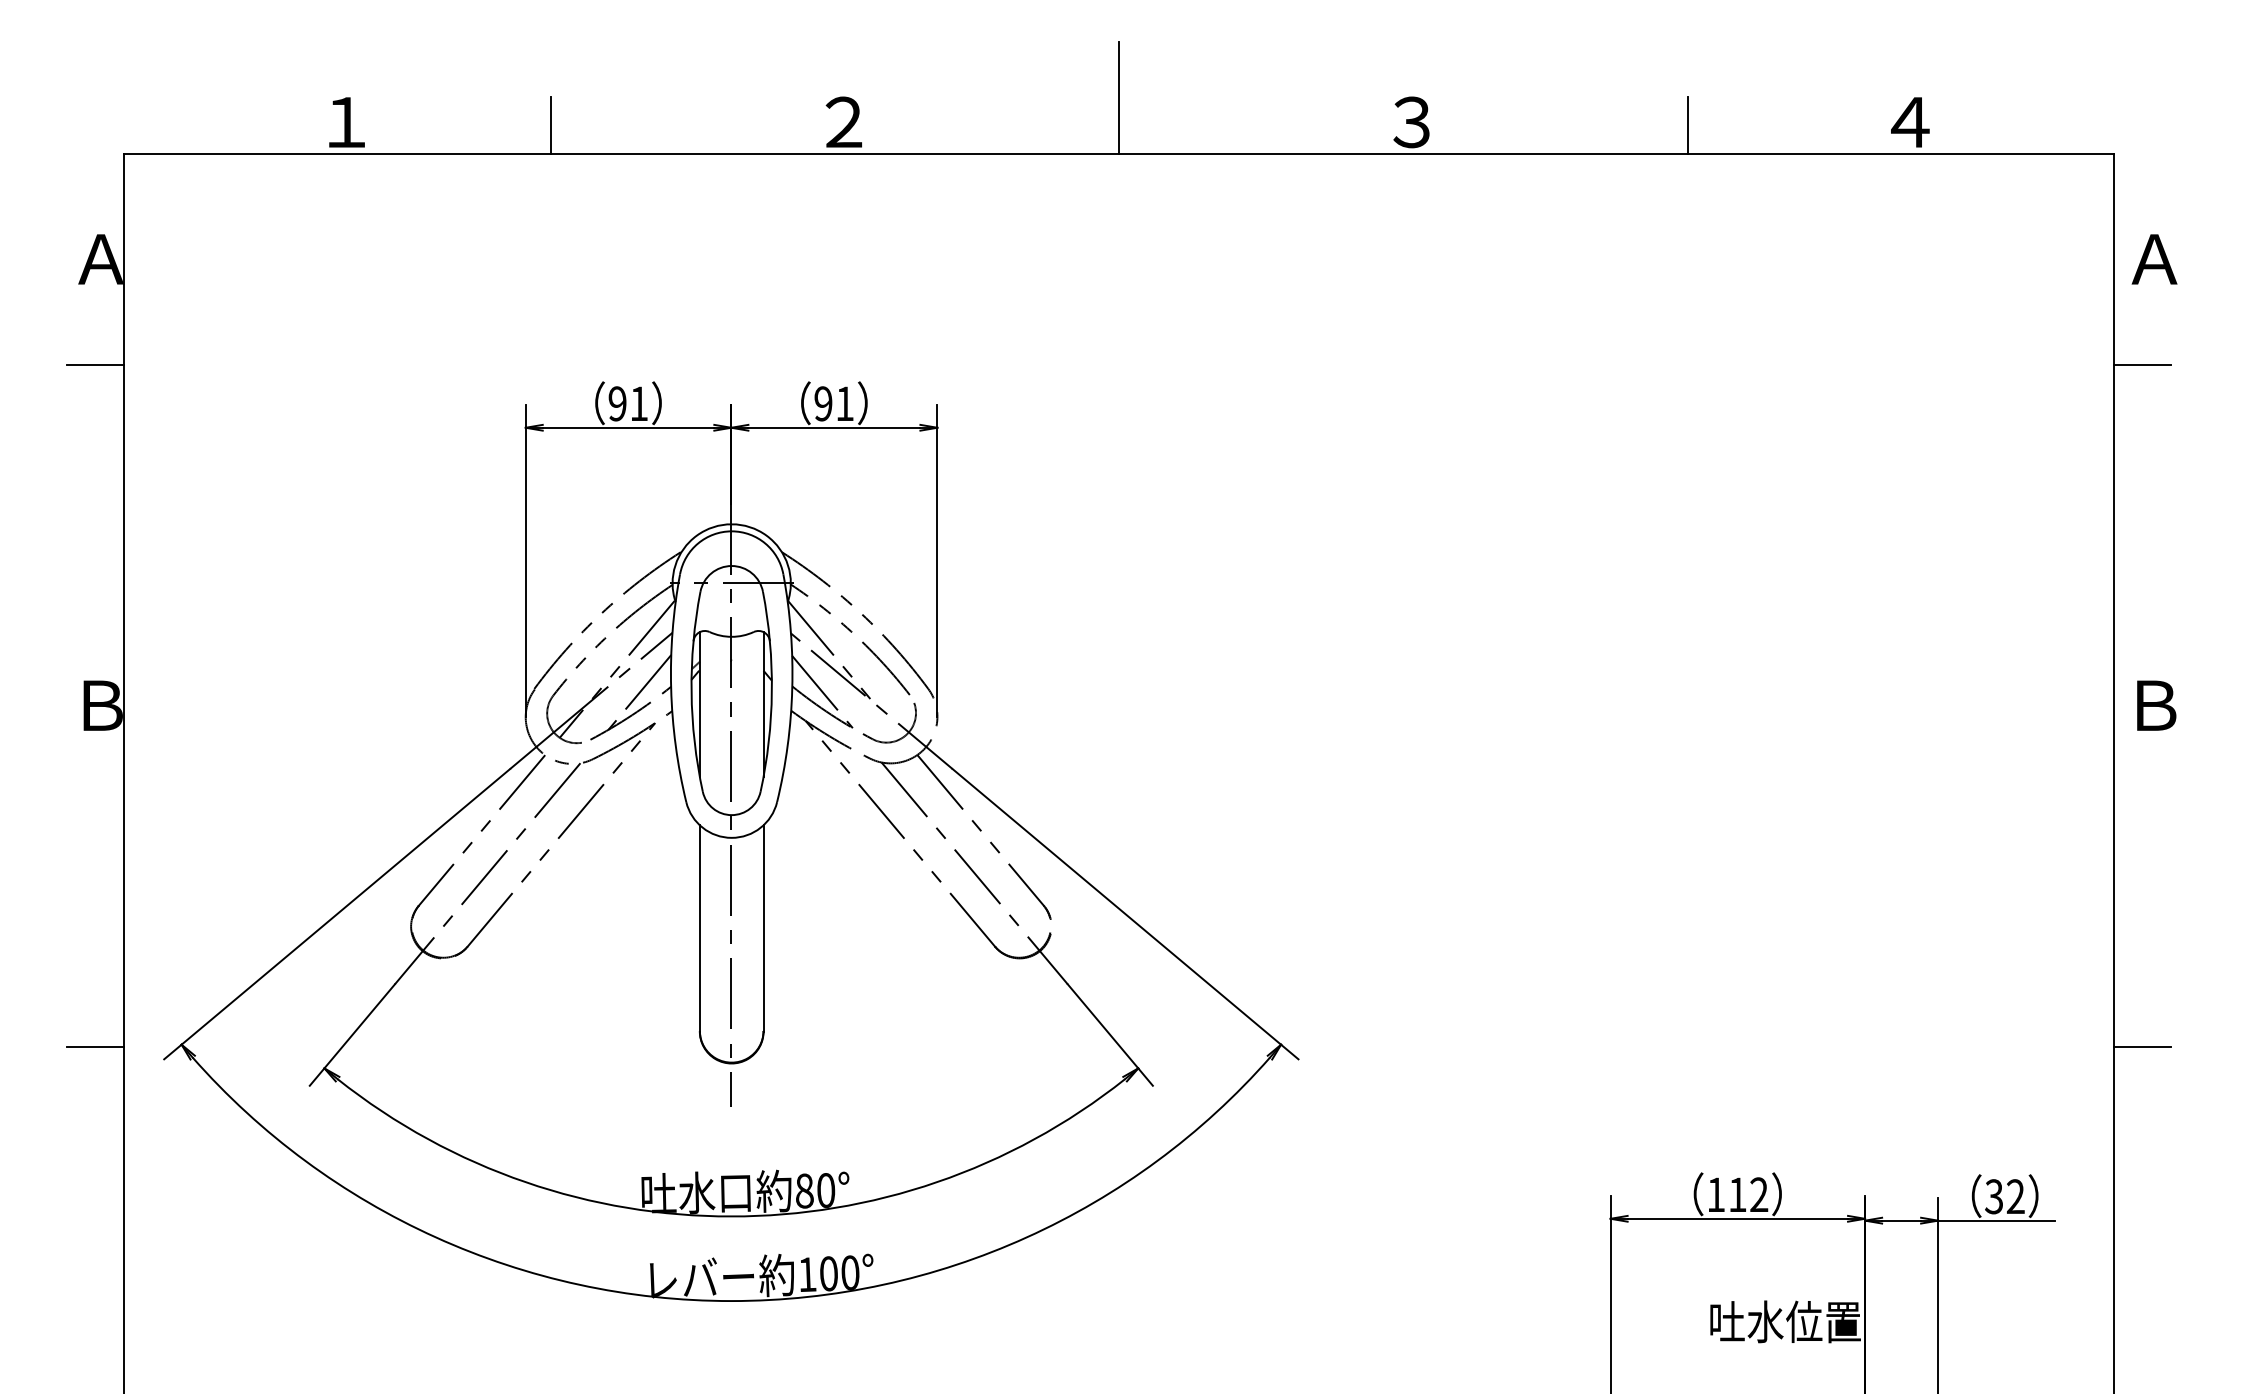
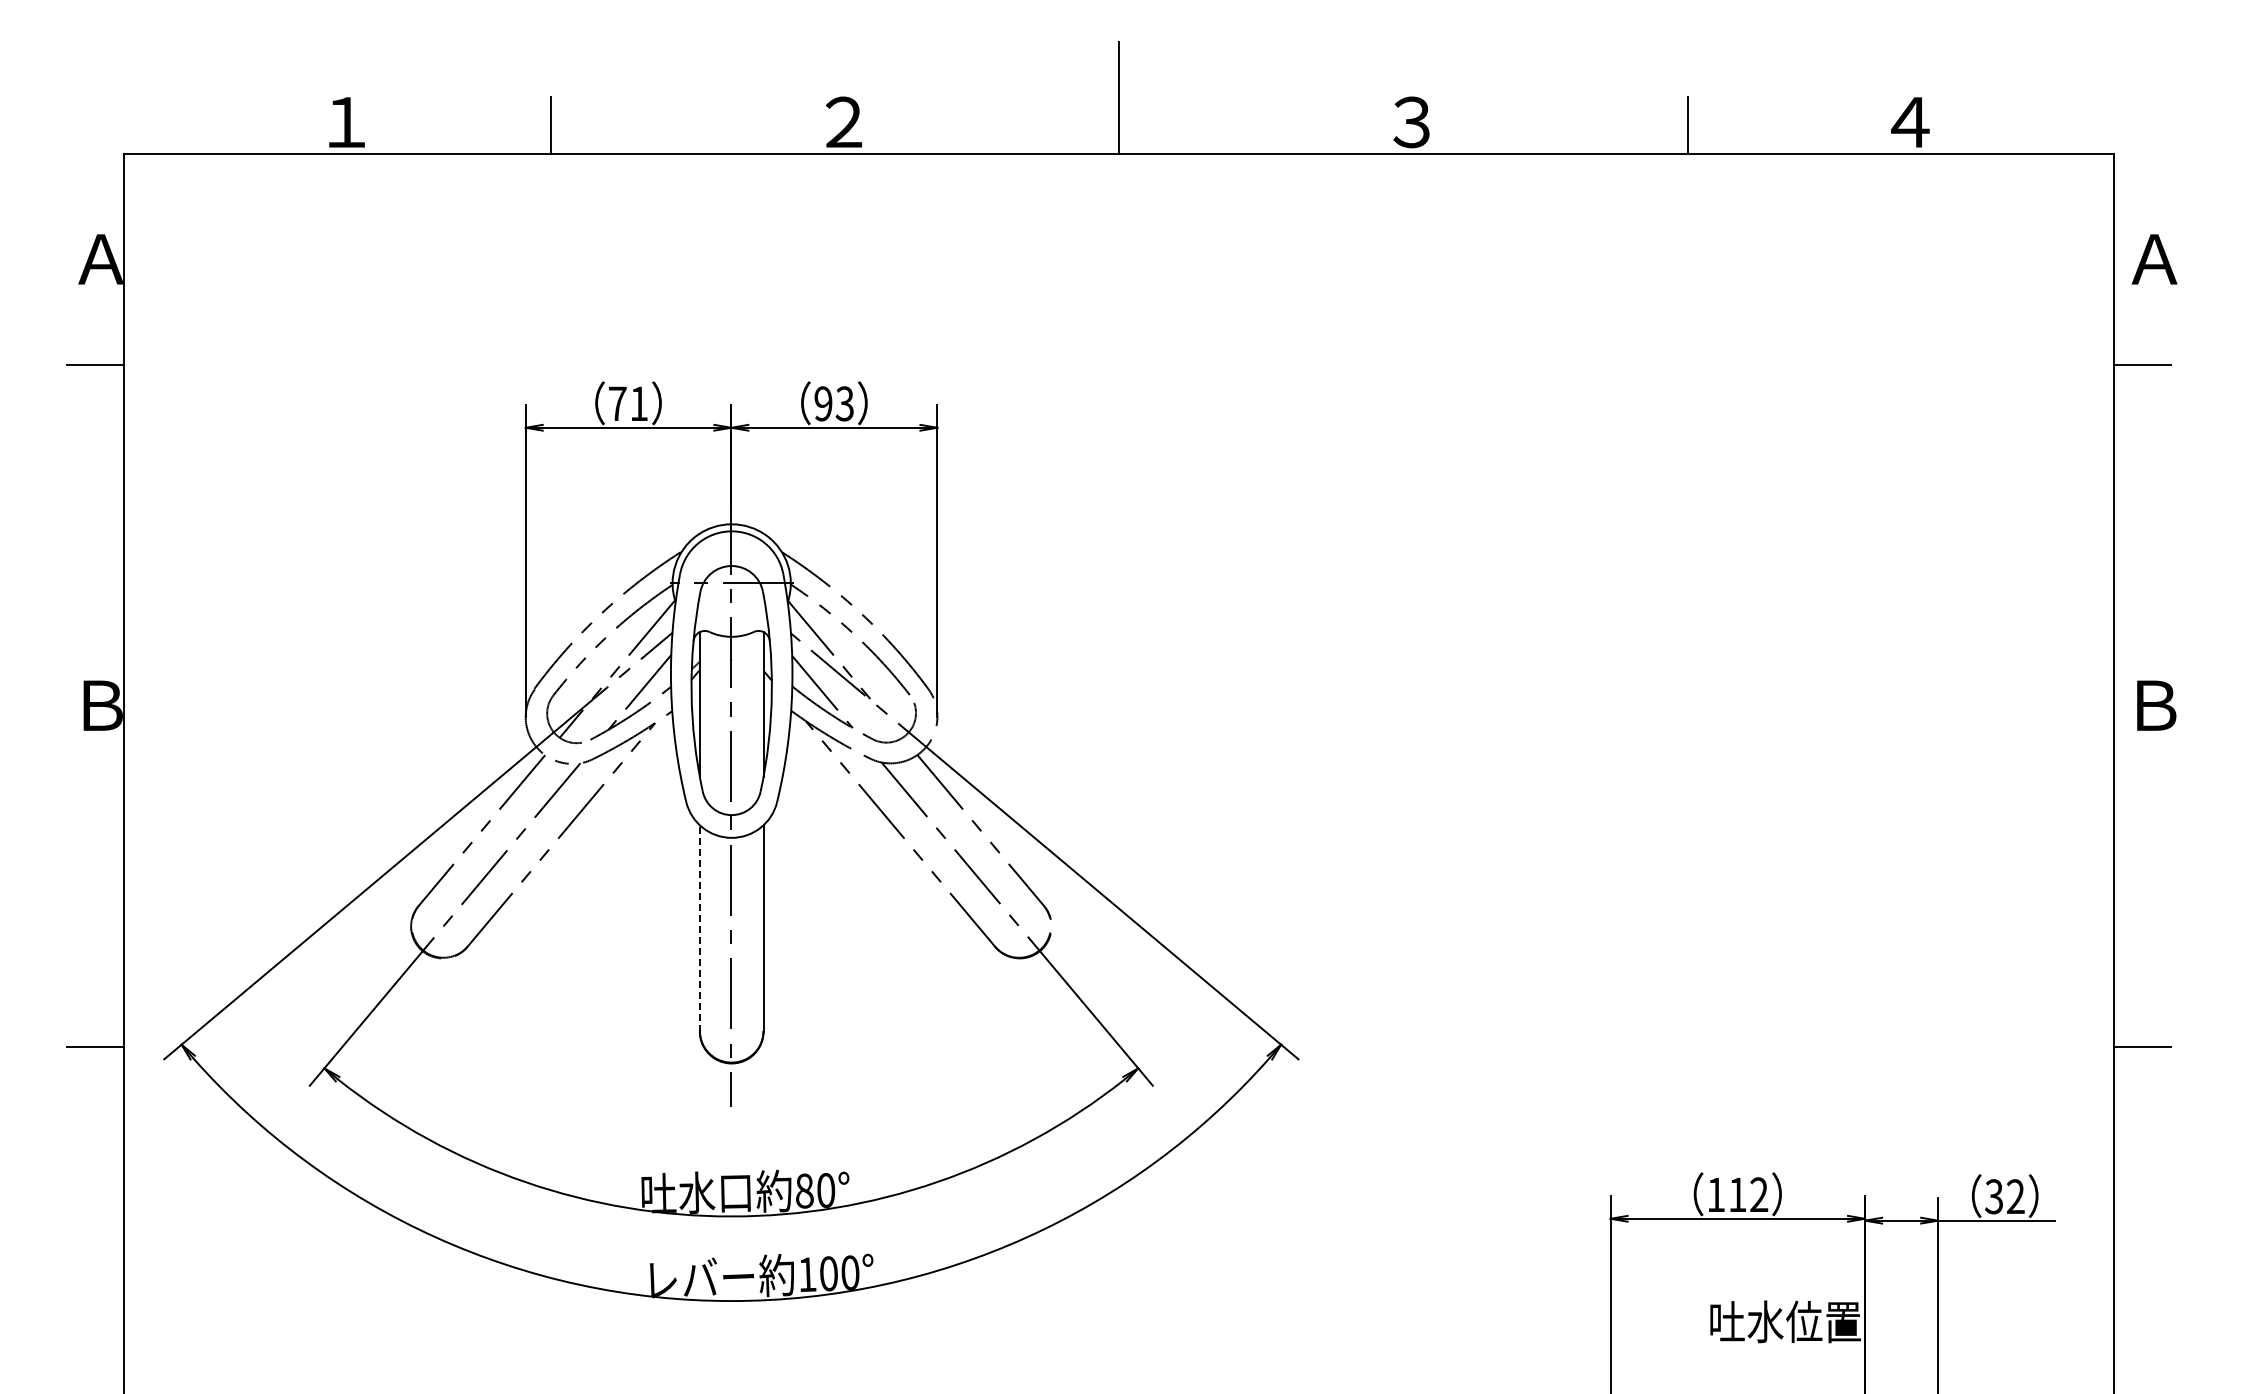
text at (617, 403): 91 -> 71
text at (844, 403): 91 -> 93
line at (699, 928): solid -> dashed
